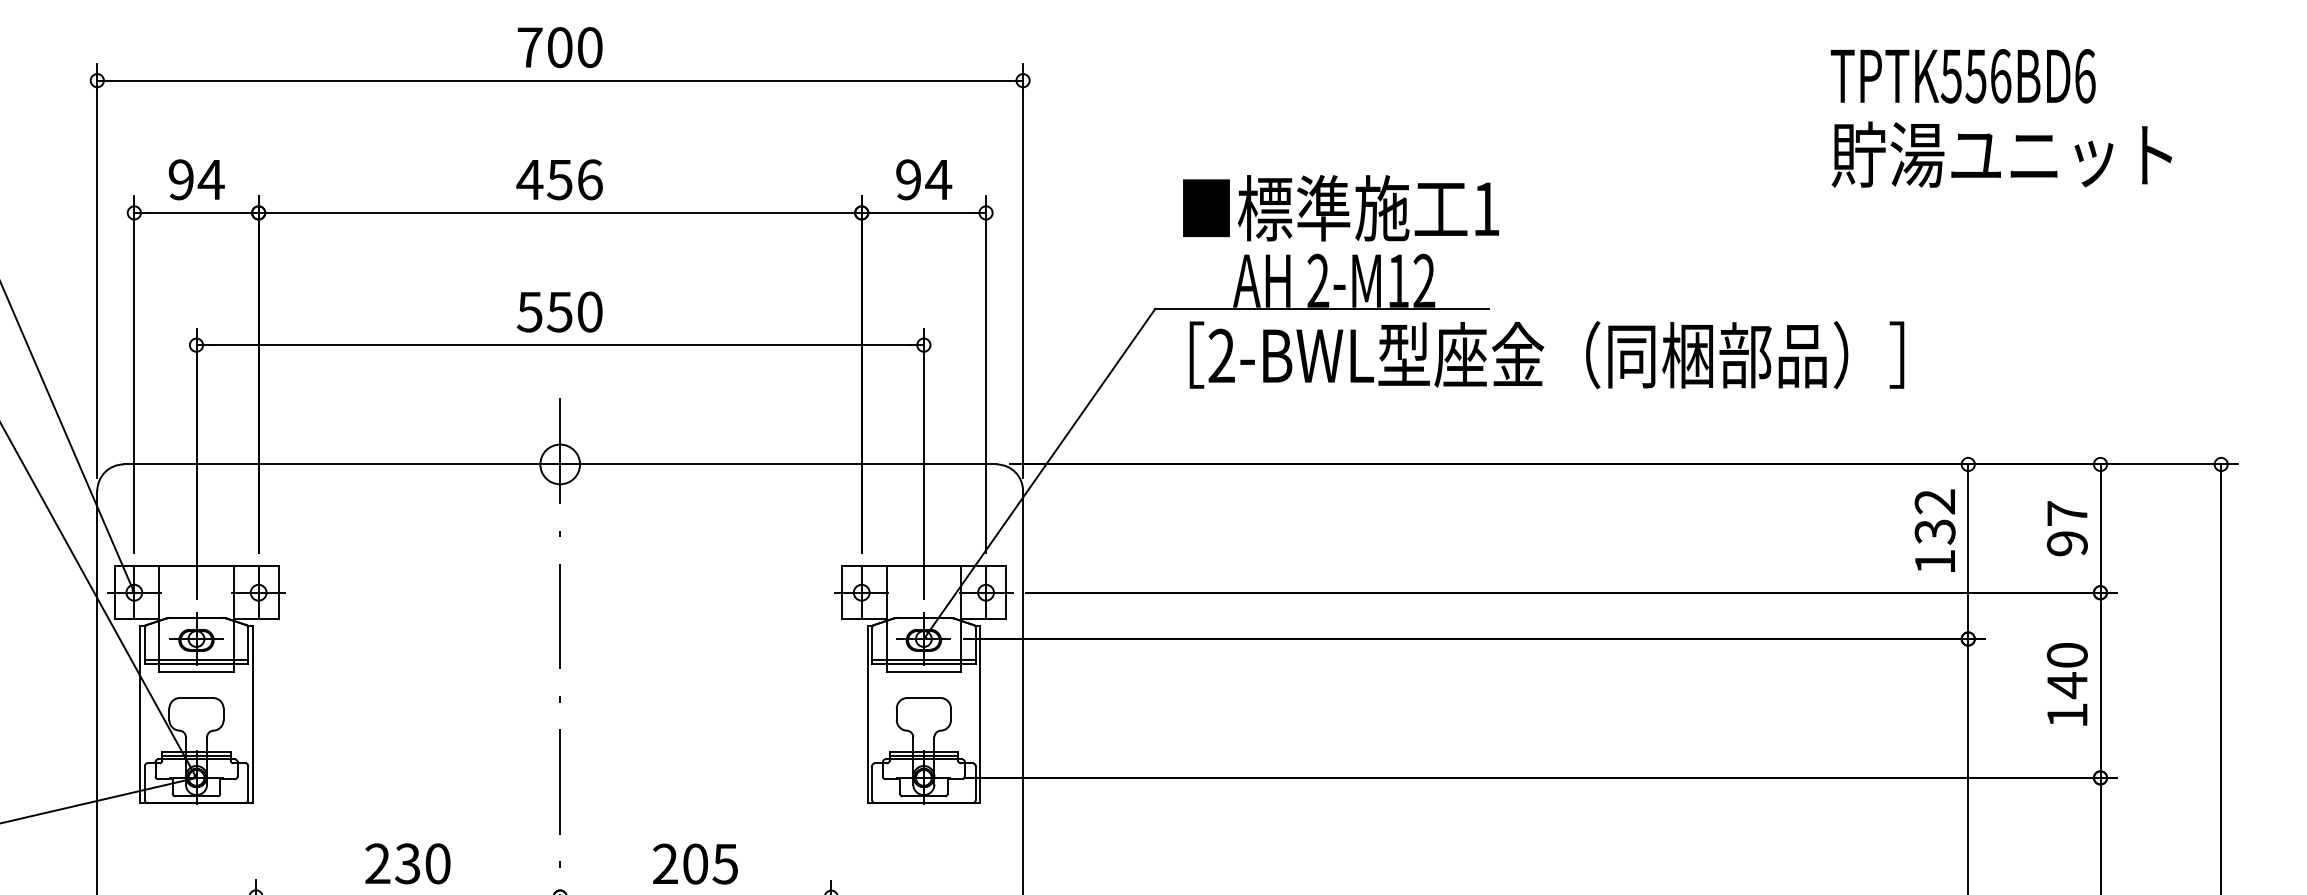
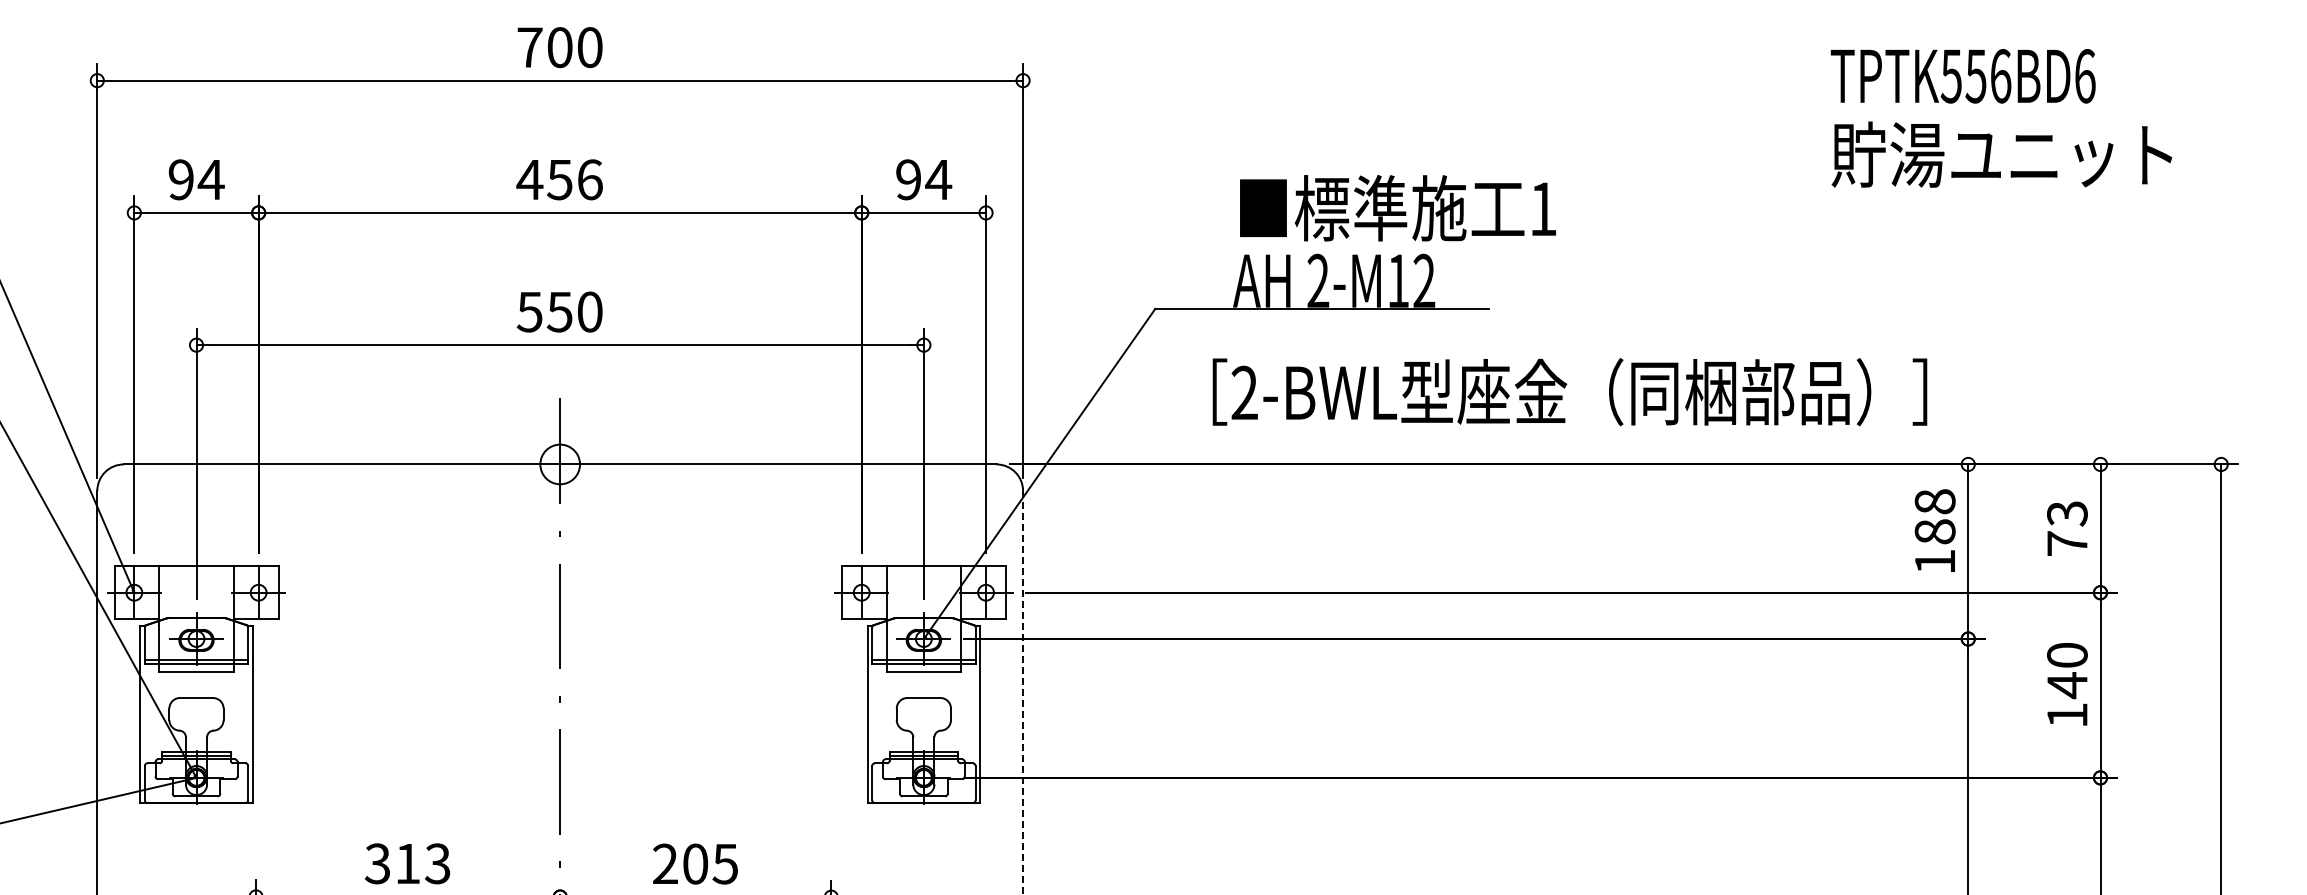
text at (1340, 208) position: (1340, 208) -> (1397, 208)
text at (1546, 355) position: (1546, 355) -> (1569, 392)
text at (1934, 516): 132 -> 188
text at (2067, 528): 97 -> 73
line at (1023, 692): solid -> dashed
text at (407, 863): 230 -> 313
